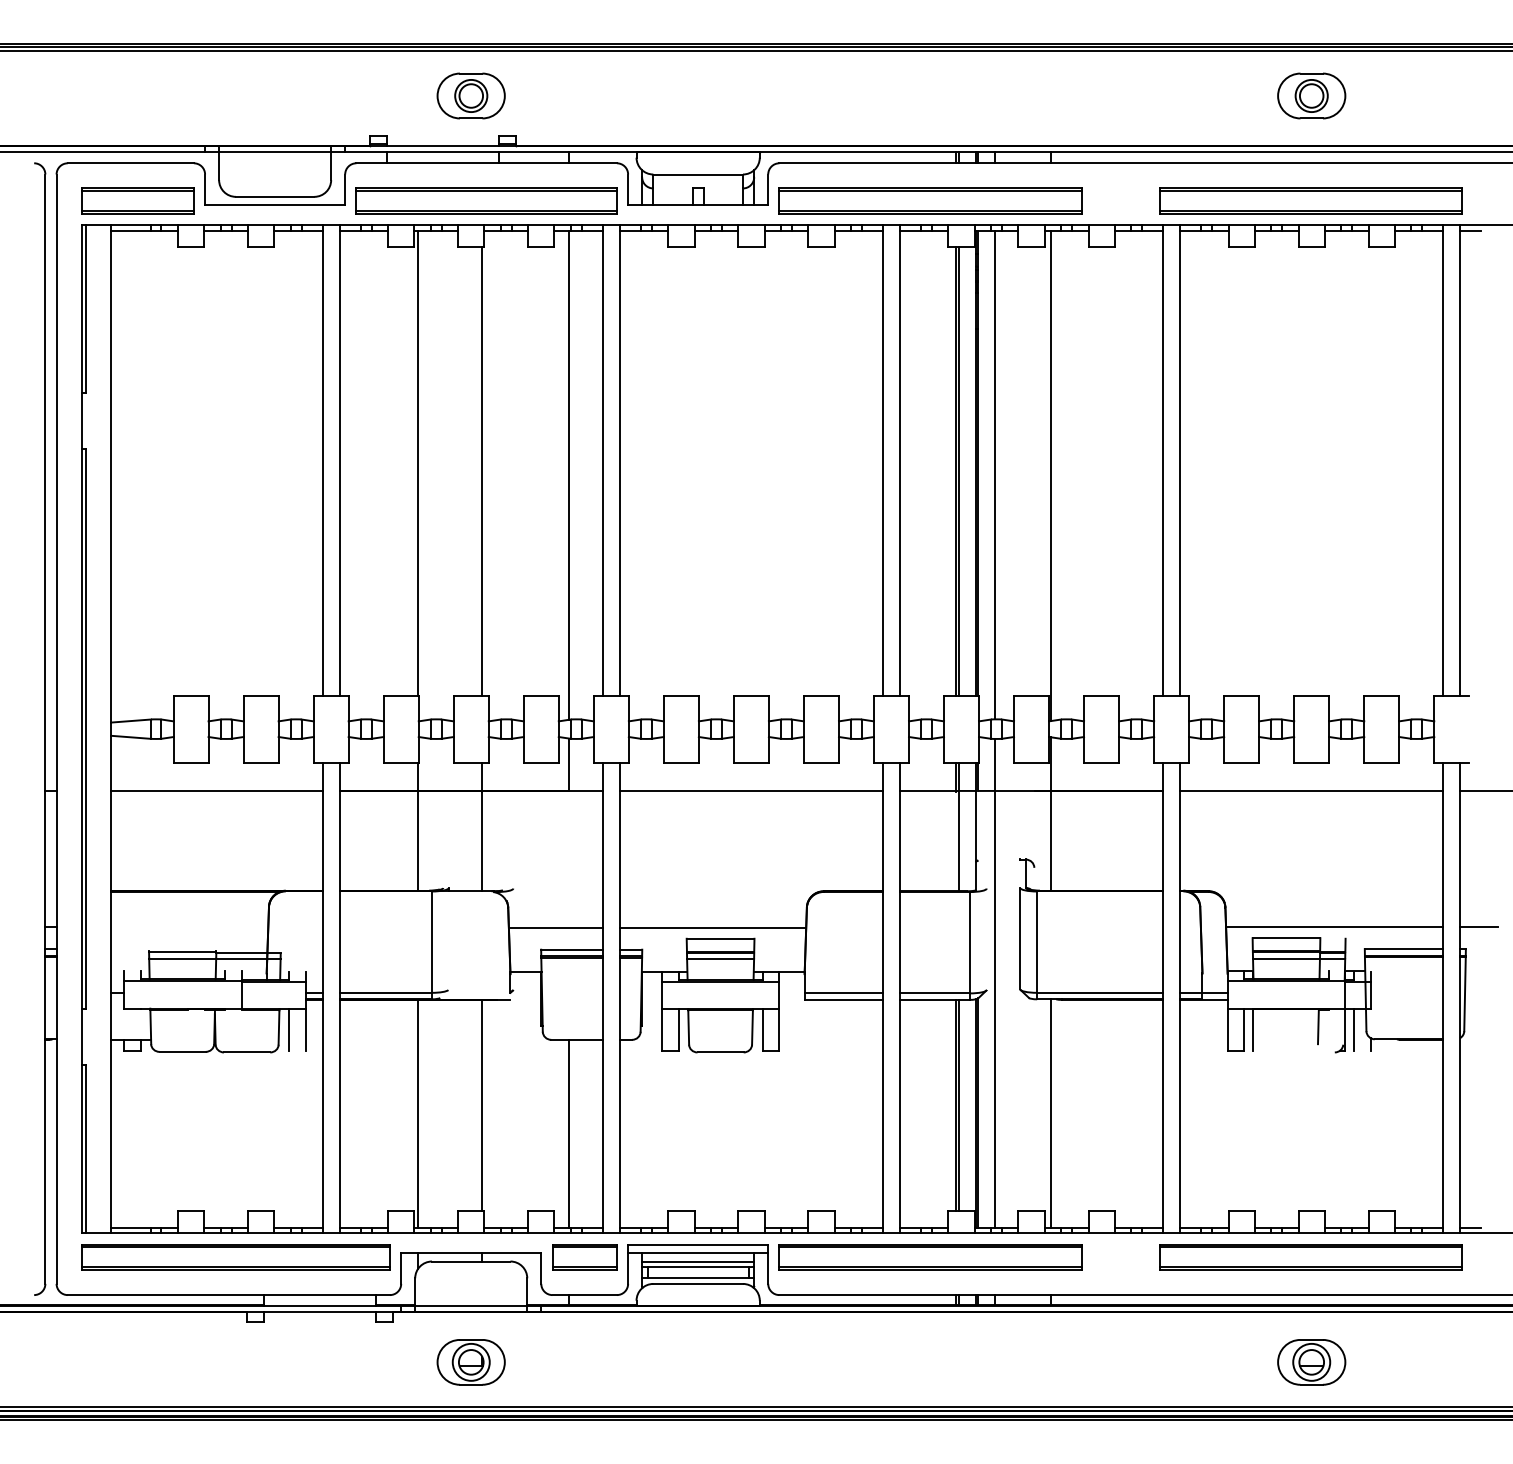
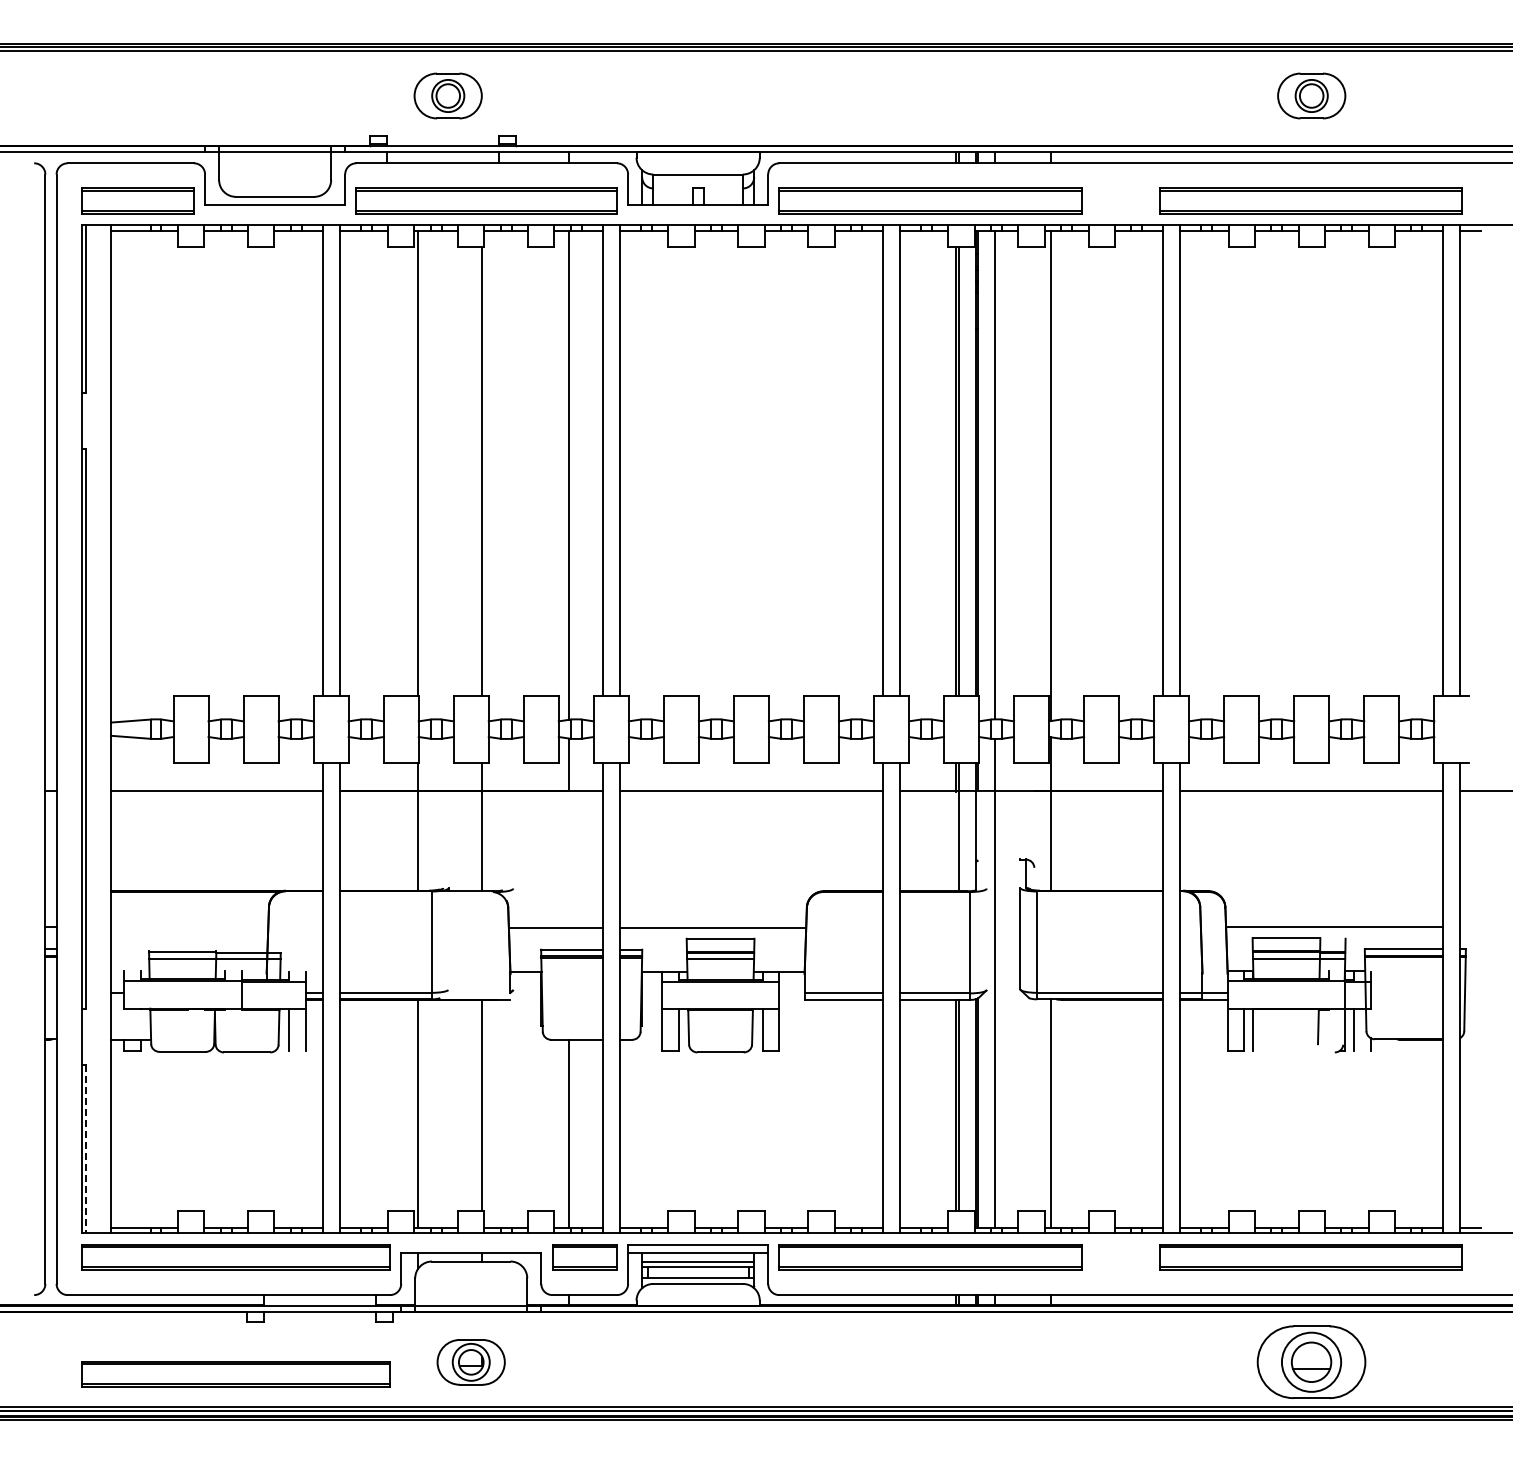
part at (470, 95) position: (470, 95) -> (447, 95)
line at (1479, 927): present -> none
line at (86, 1149): solid -> dashed
part at (1311, 1362) size: 70x47 px -> 111x74 px
part at (235, 1374): none -> present
